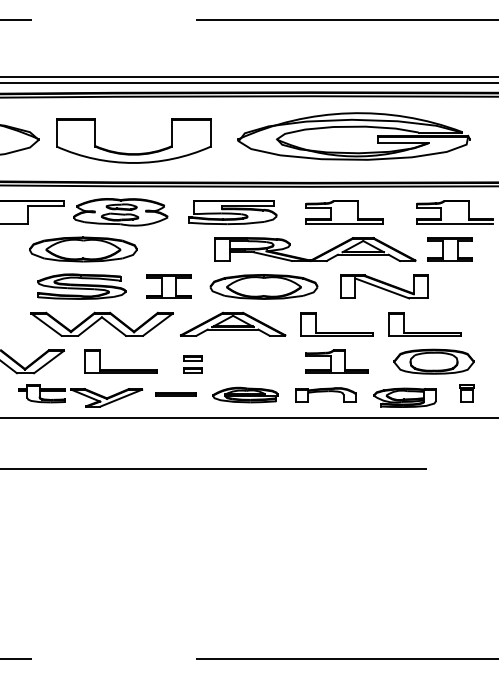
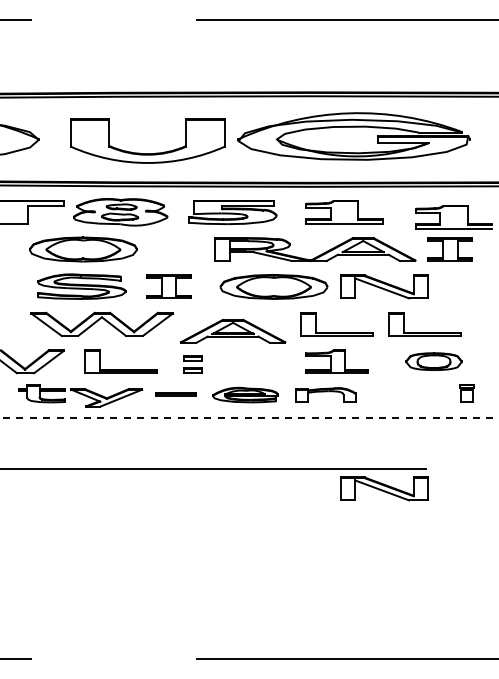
line at (248, 77): present -> none
line at (248, 83): present -> none
part at (133, 153) position: (133, 153) -> (147, 153)
part at (454, 201) position: (454, 201) -> (453, 206)
part at (263, 286) position: (263, 286) -> (273, 286)
part at (233, 323) position: (233, 323) -> (233, 330)
part at (433, 361) size: 82x27 px -> 58x19 px
part at (404, 397): present -> none
line at (249, 418): solid -> dashed
part at (384, 488): none -> present
